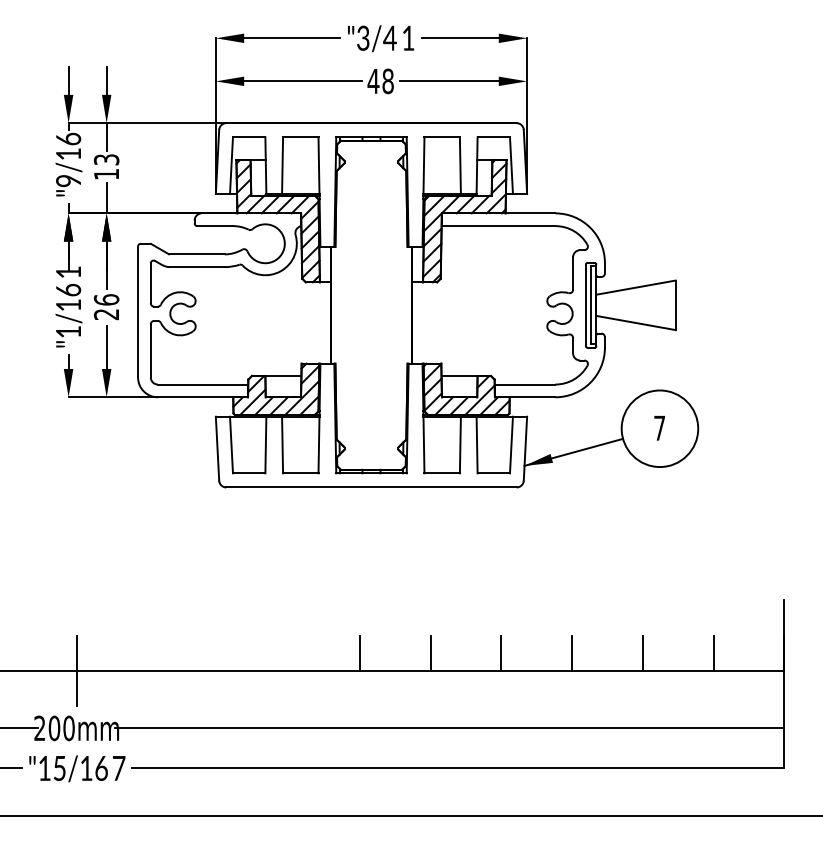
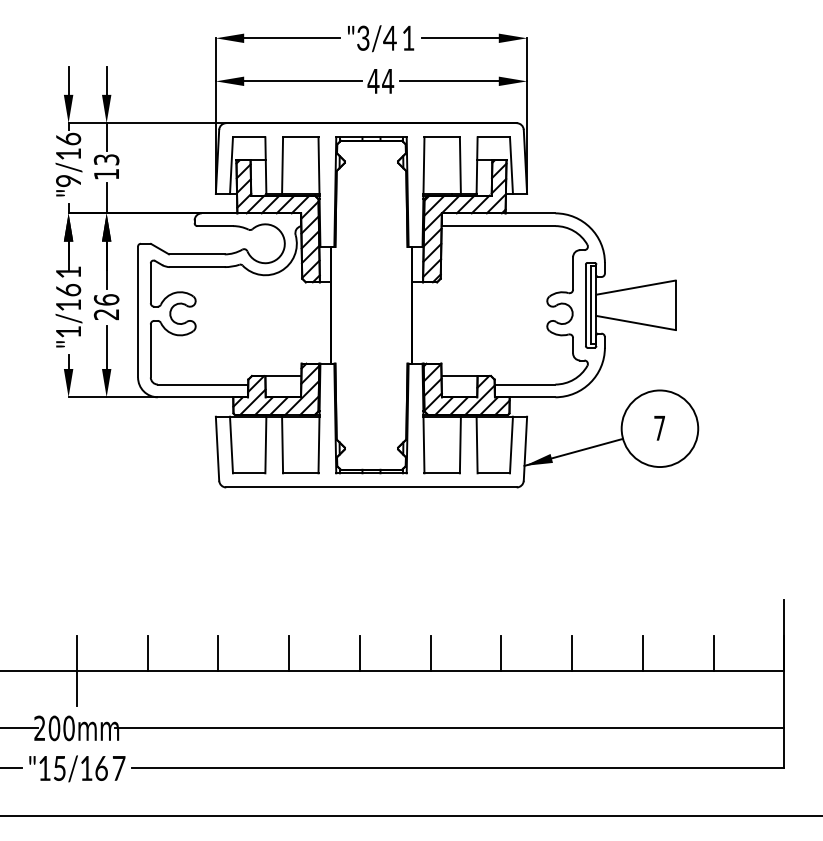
text at (388, 81): 48 -> 44
line at (147, 652): none -> present
line at (218, 652): none -> present
line at (289, 652): none -> present
